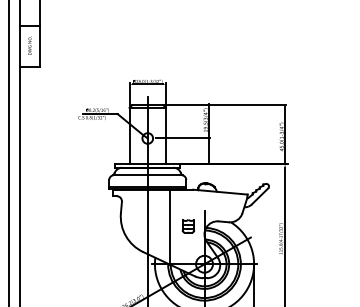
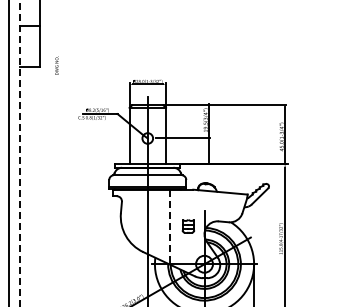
text at (29, 45) position: (29, 45) -> (56, 65)
line at (20, 154): solid -> dashed
line at (170, 227): solid -> dashed
